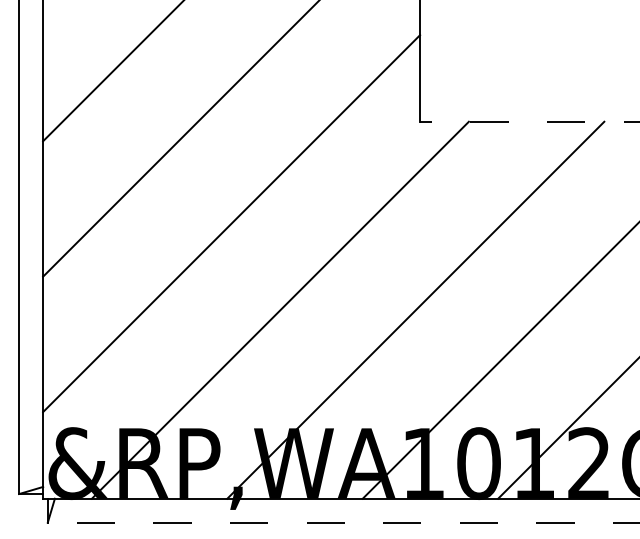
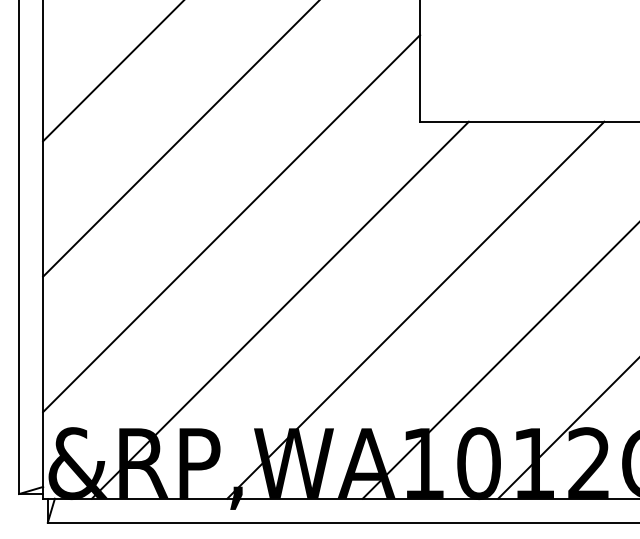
line at (529, 121): dashed -> solid
line at (343, 522): dashed -> solid
